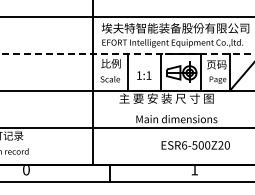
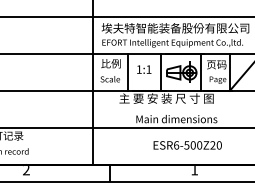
line at (126, 53): dashed -> solid
text at (144, 75) position: (144, 75) -> (144, 69)
text at (195, 145) position: (195, 145) -> (187, 145)
text at (26, 170): 0 -> 2
